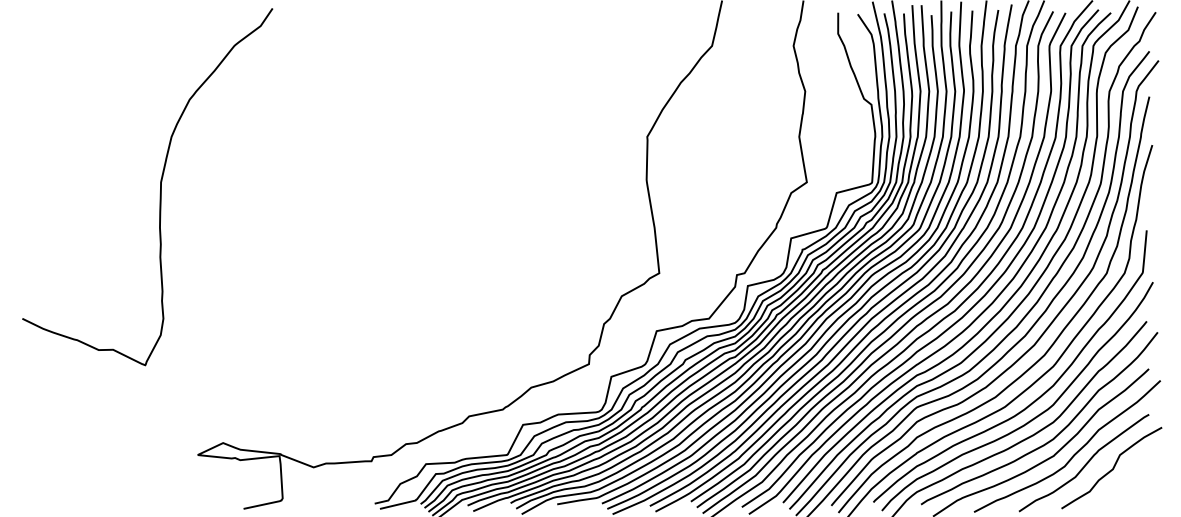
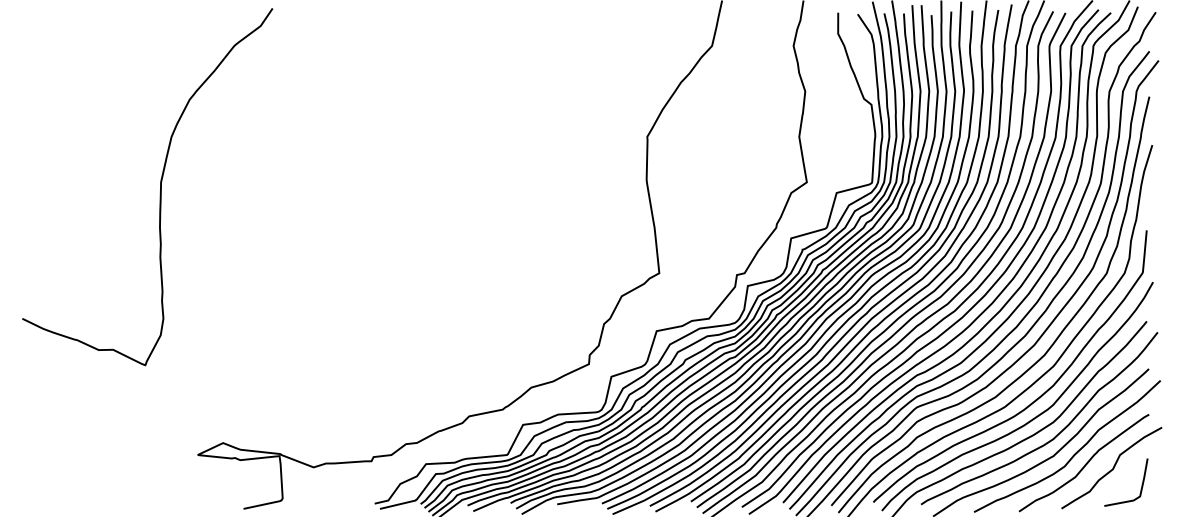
line at (1141, 484): none -> present
